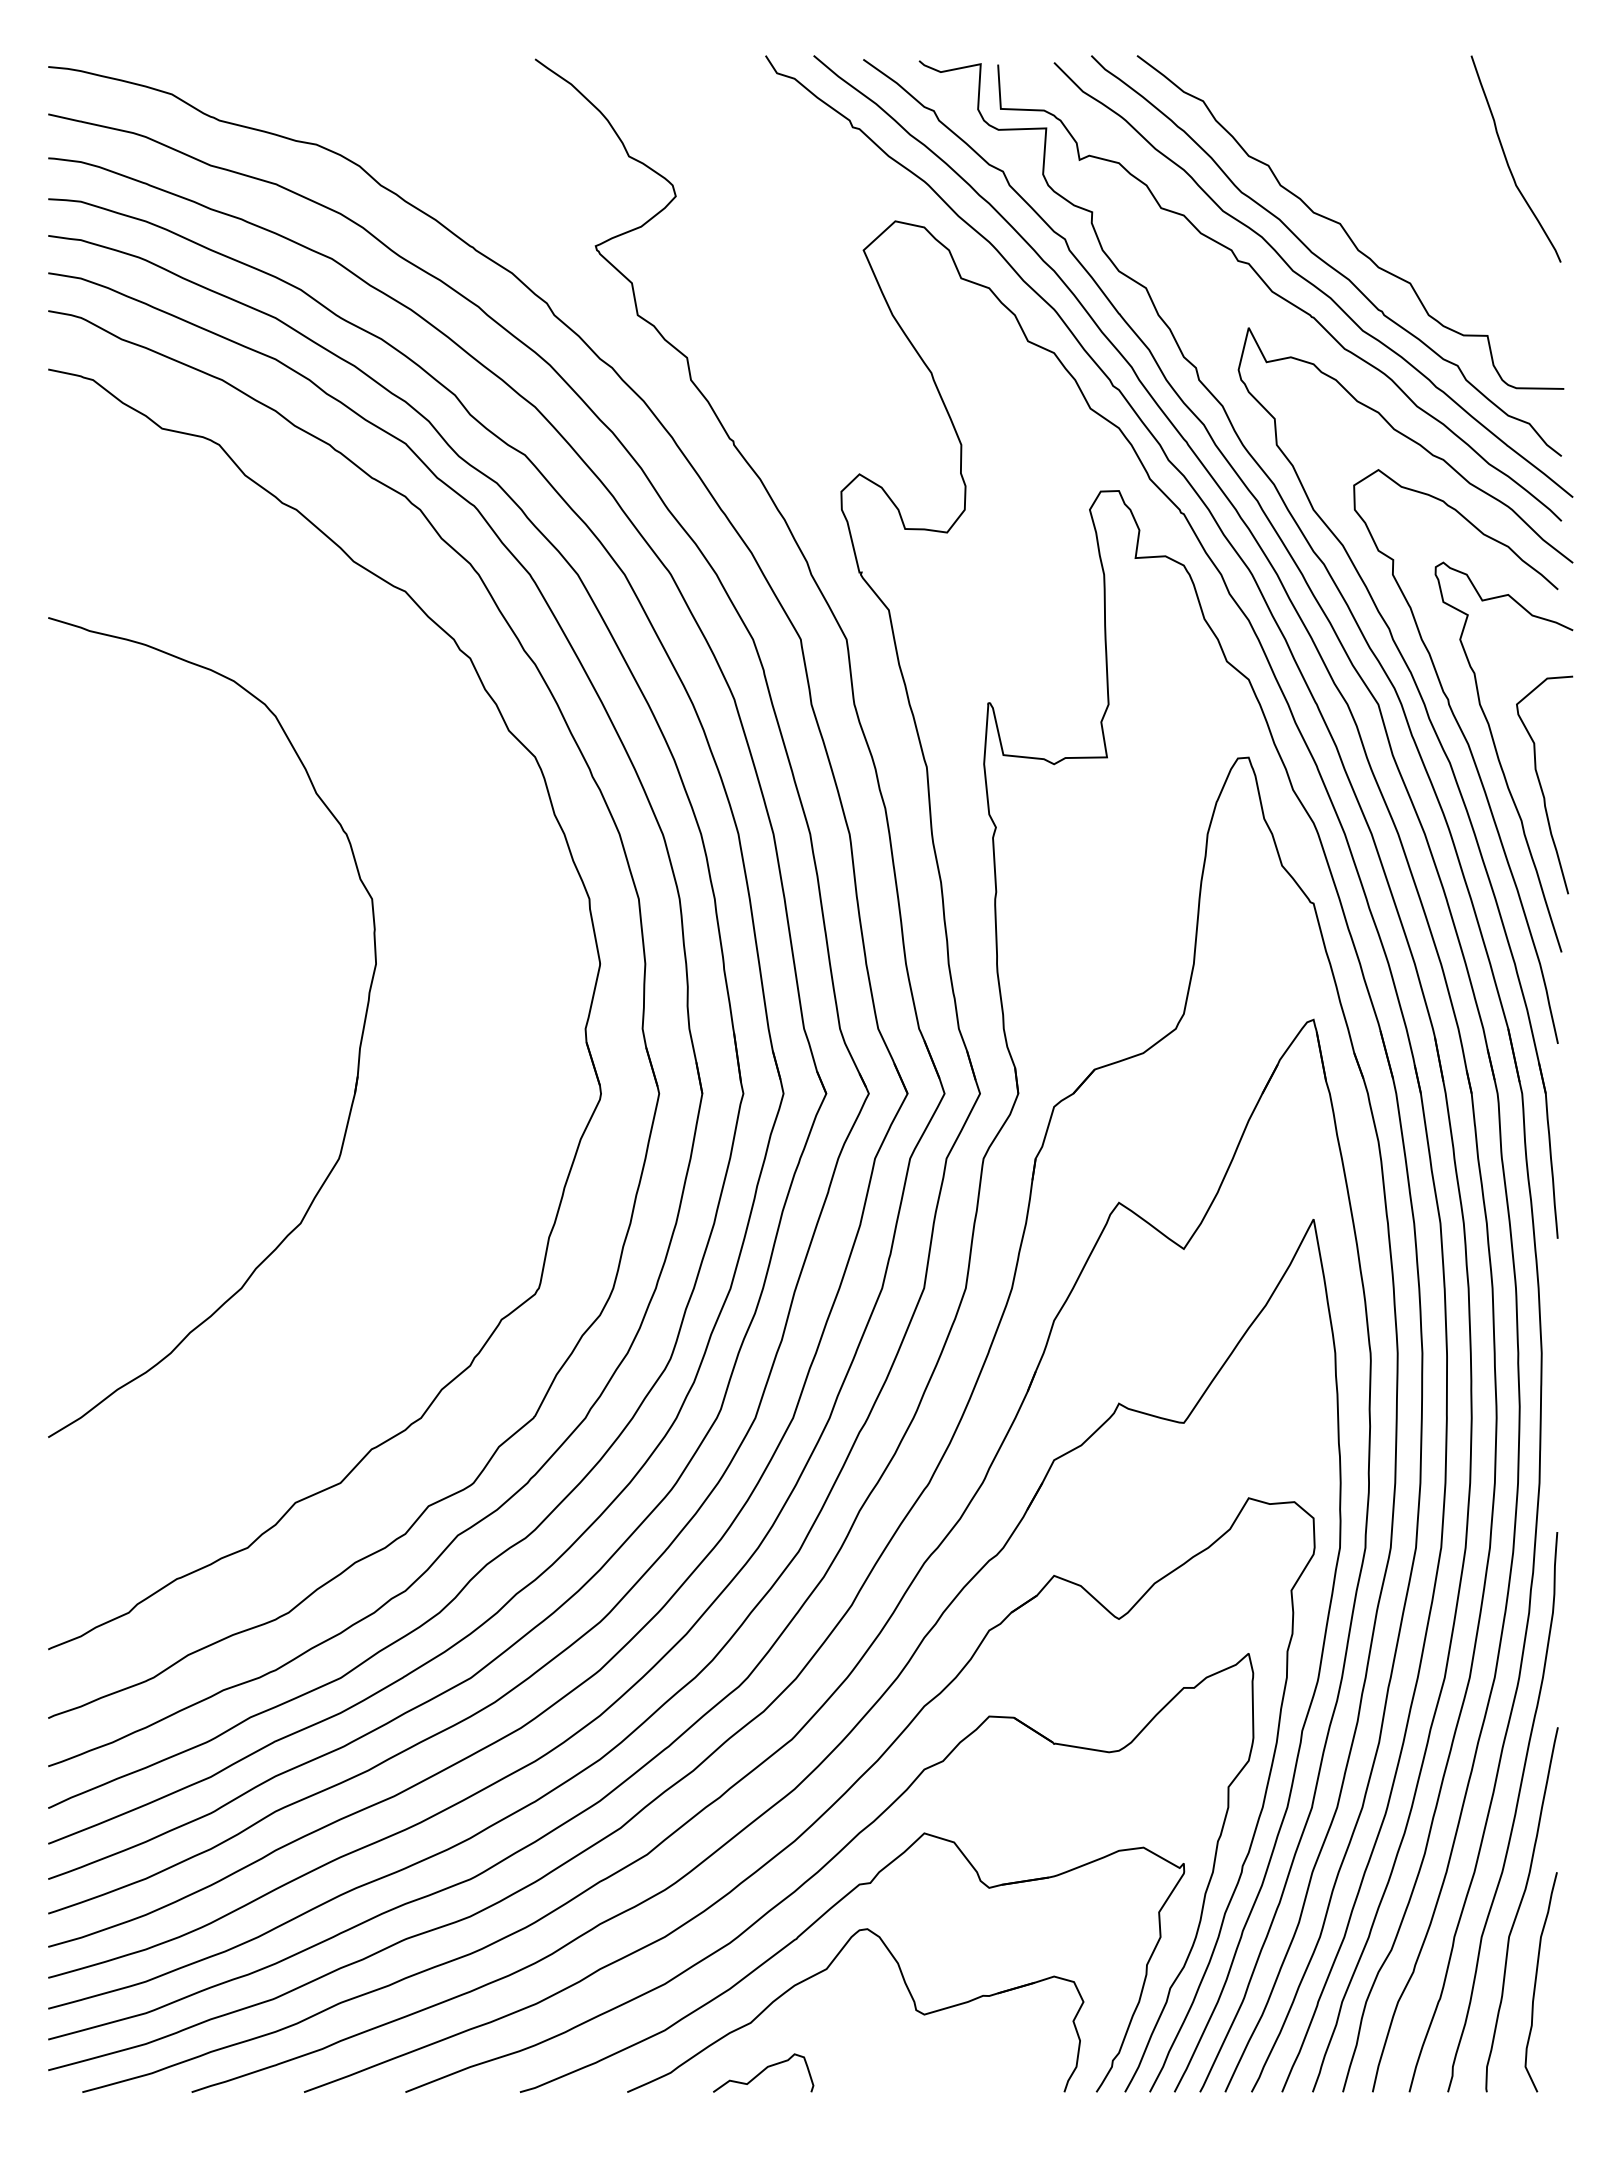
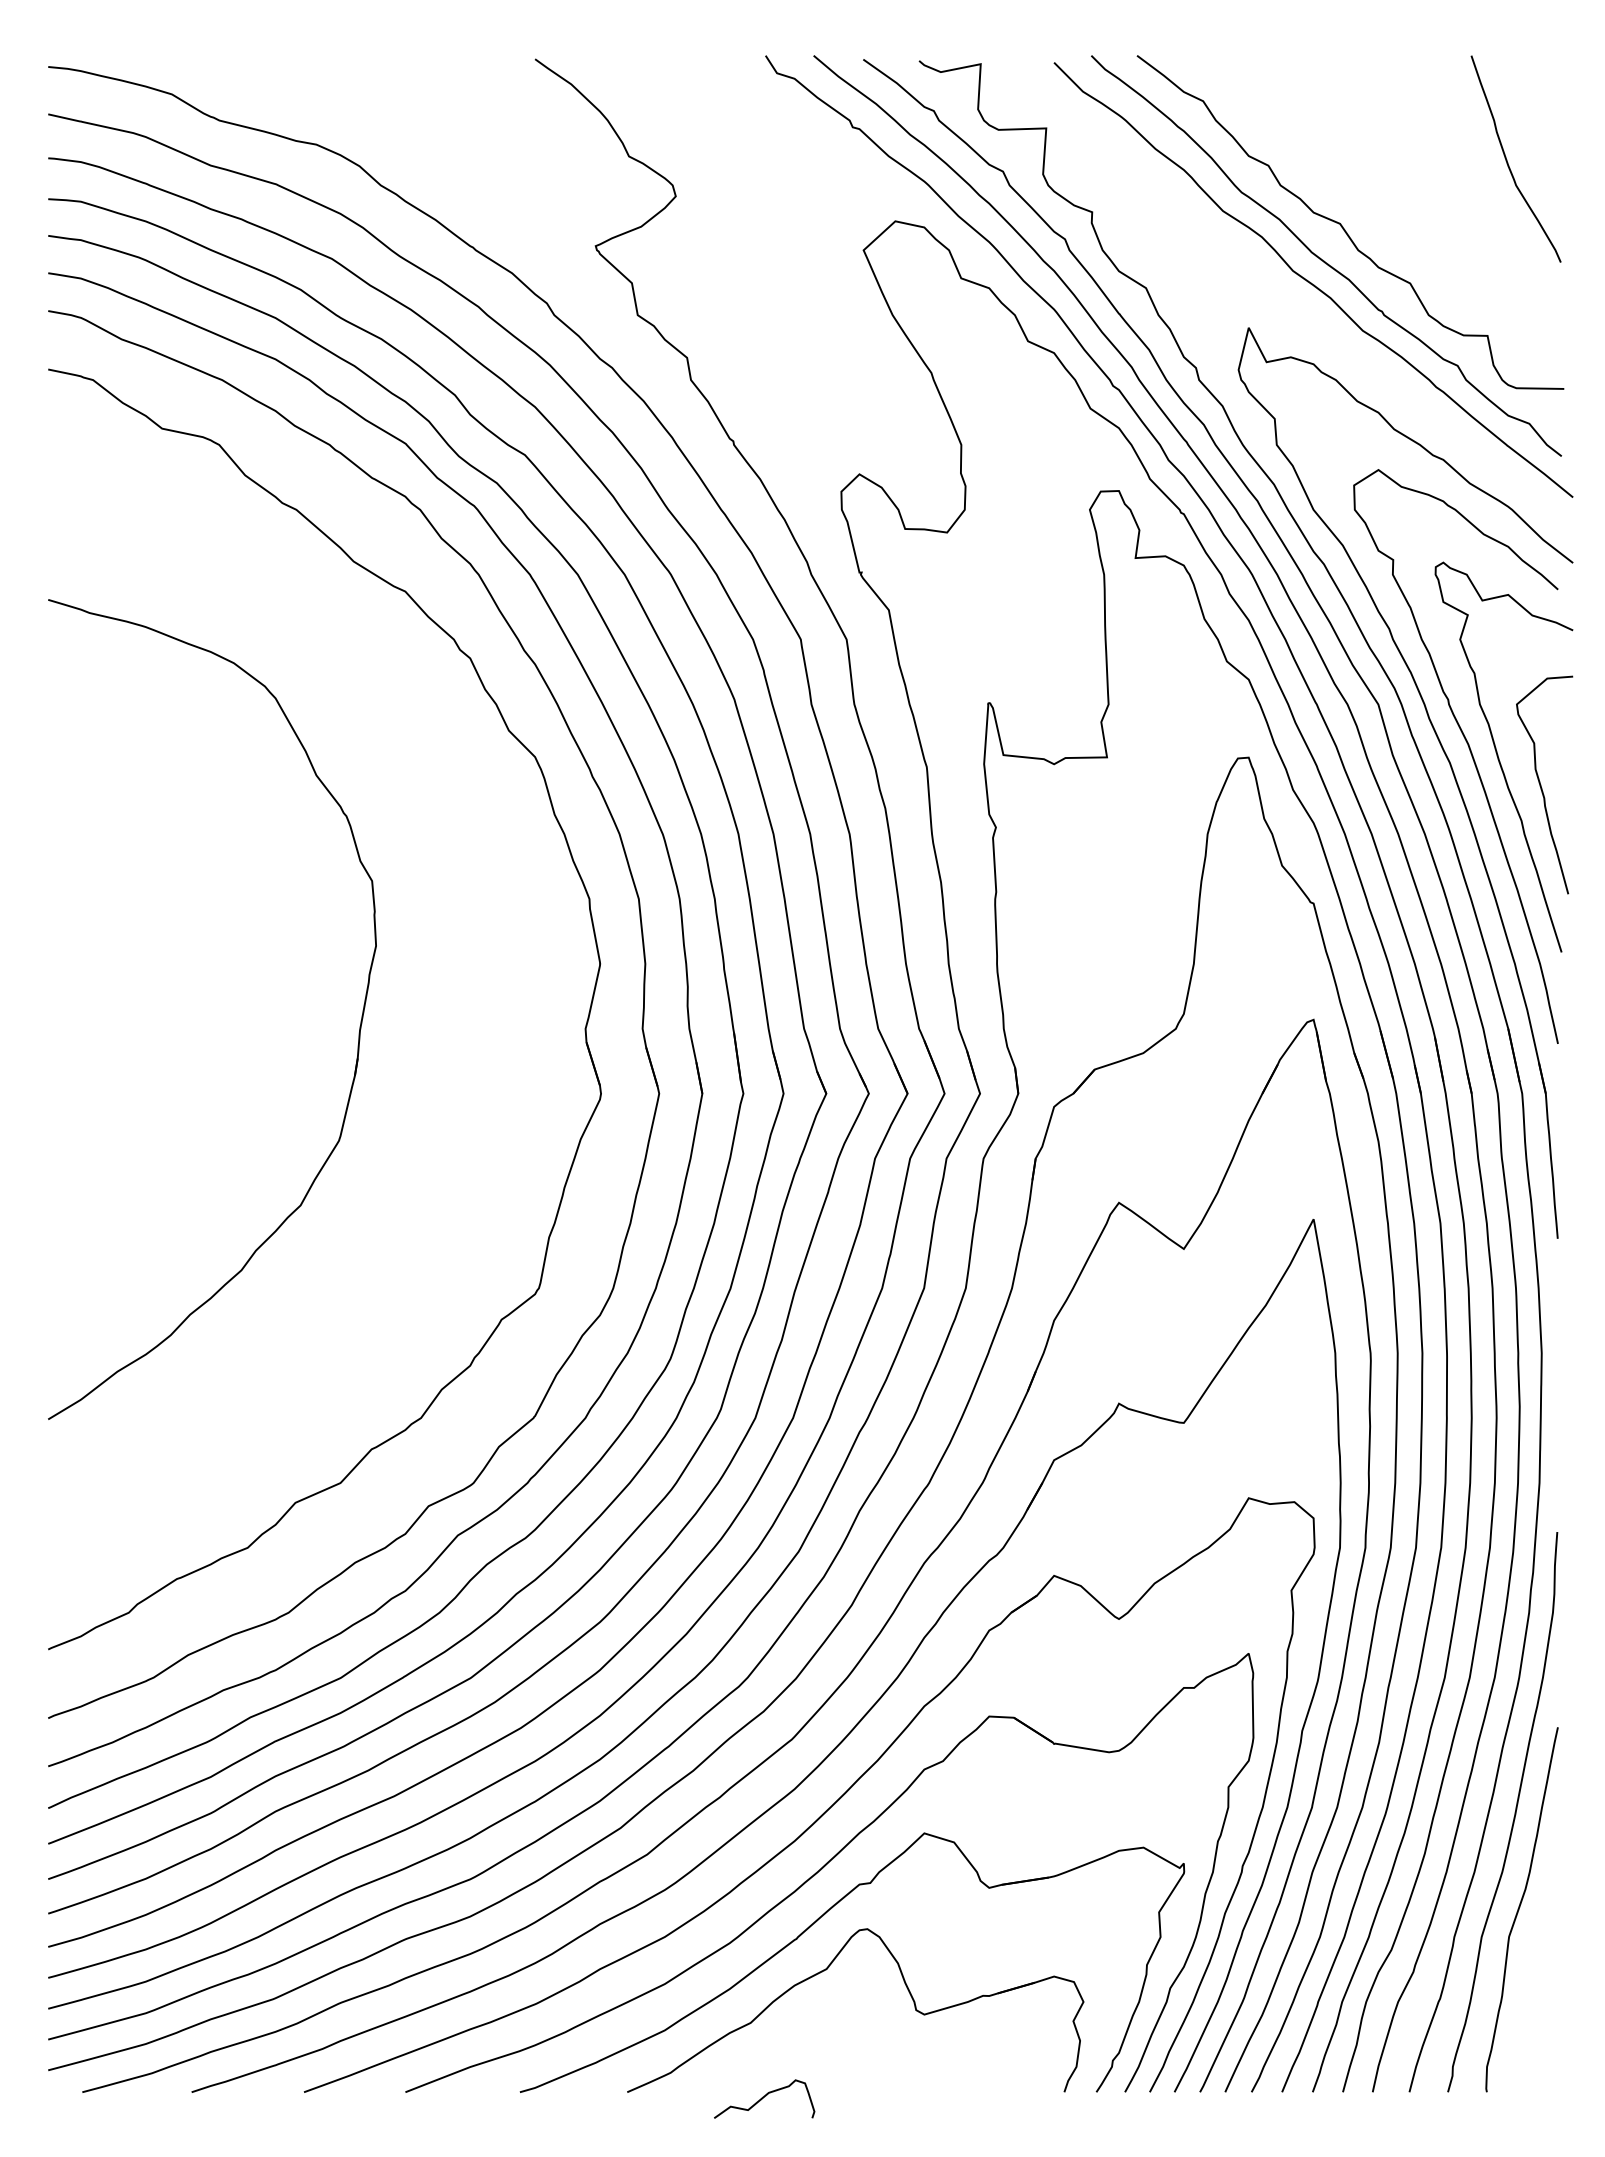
curve at (1277, 293): present -> none
part at (358, 1051) position: (358, 1051) -> (358, 1033)
curve at (1536, 1982): present -> none
curve at (763, 2071) position: (763, 2071) -> (764, 2097)
